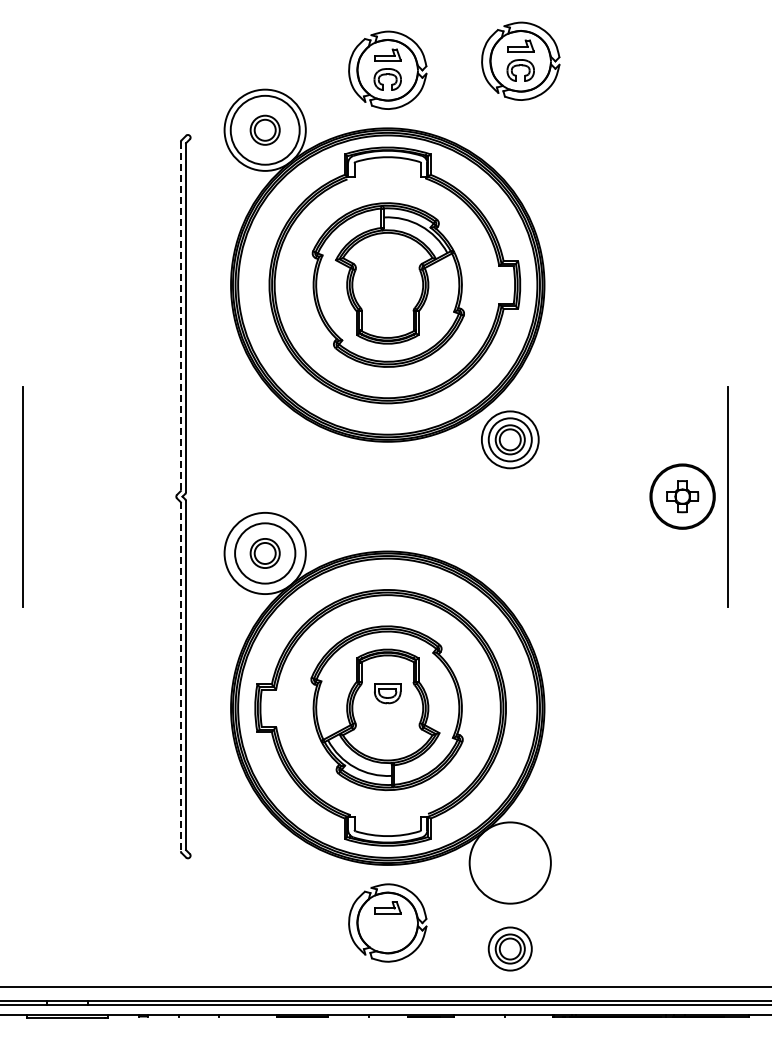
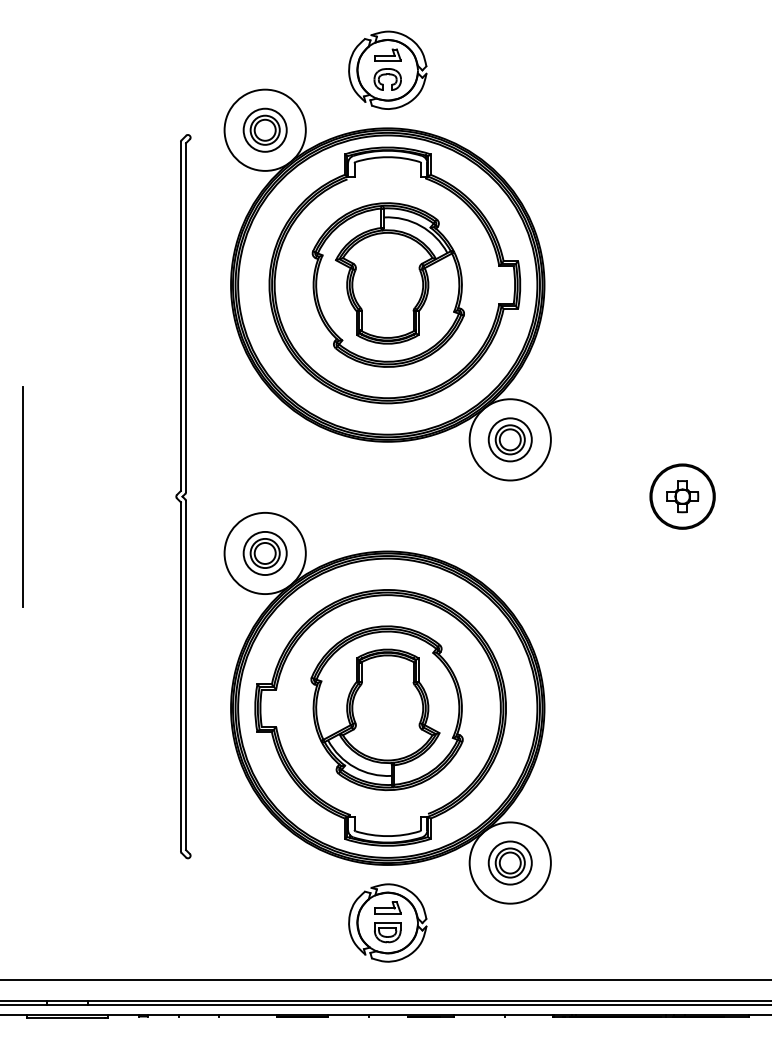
part at (520, 60): present -> none
circle at (264, 129) diameter: 69 px -> 43 px
line at (180, 317): dashed -> solid
circle at (509, 439) diameter: 57 px -> 81 px
line at (727, 496): present -> none
circle at (265, 553) diameter: 60 px -> 43 px
line at (180, 677): dashed -> solid
part at (387, 693) position: (387, 693) -> (387, 932)
part at (509, 948) position: (509, 948) -> (509, 862)
line at (385, 987) position: (385, 987) -> (385, 980)
